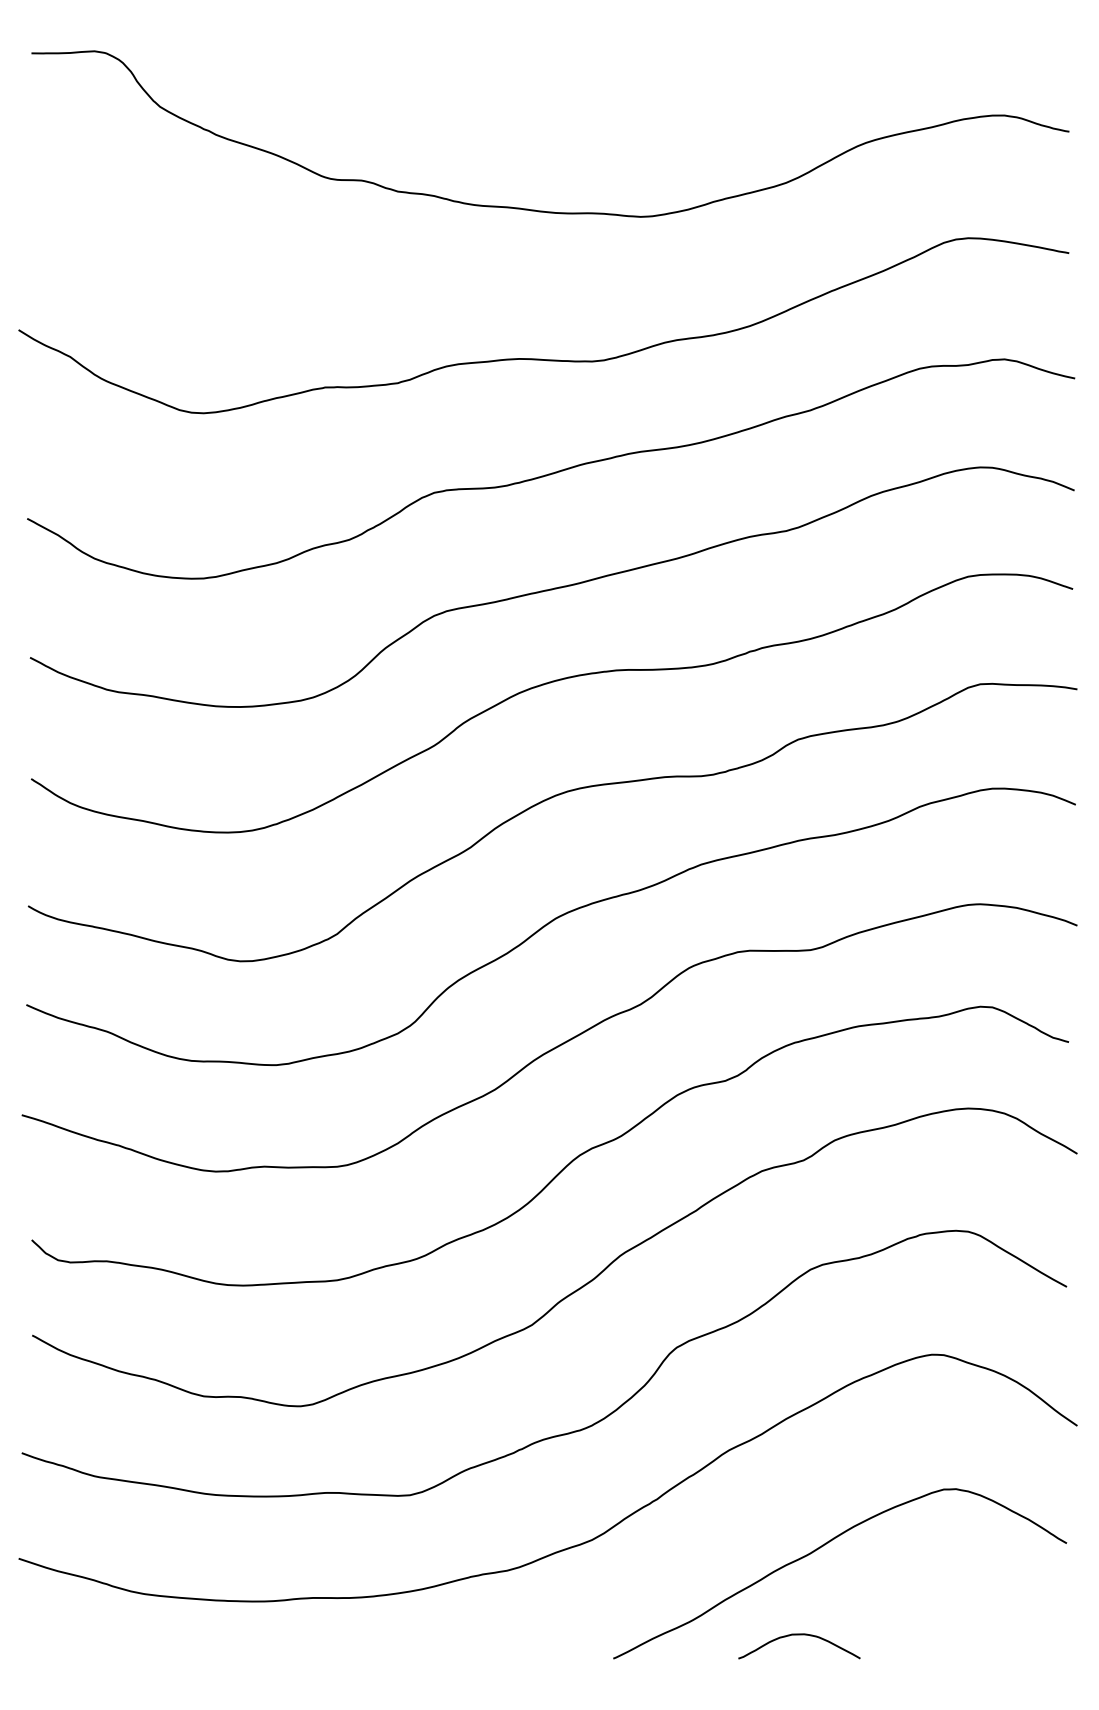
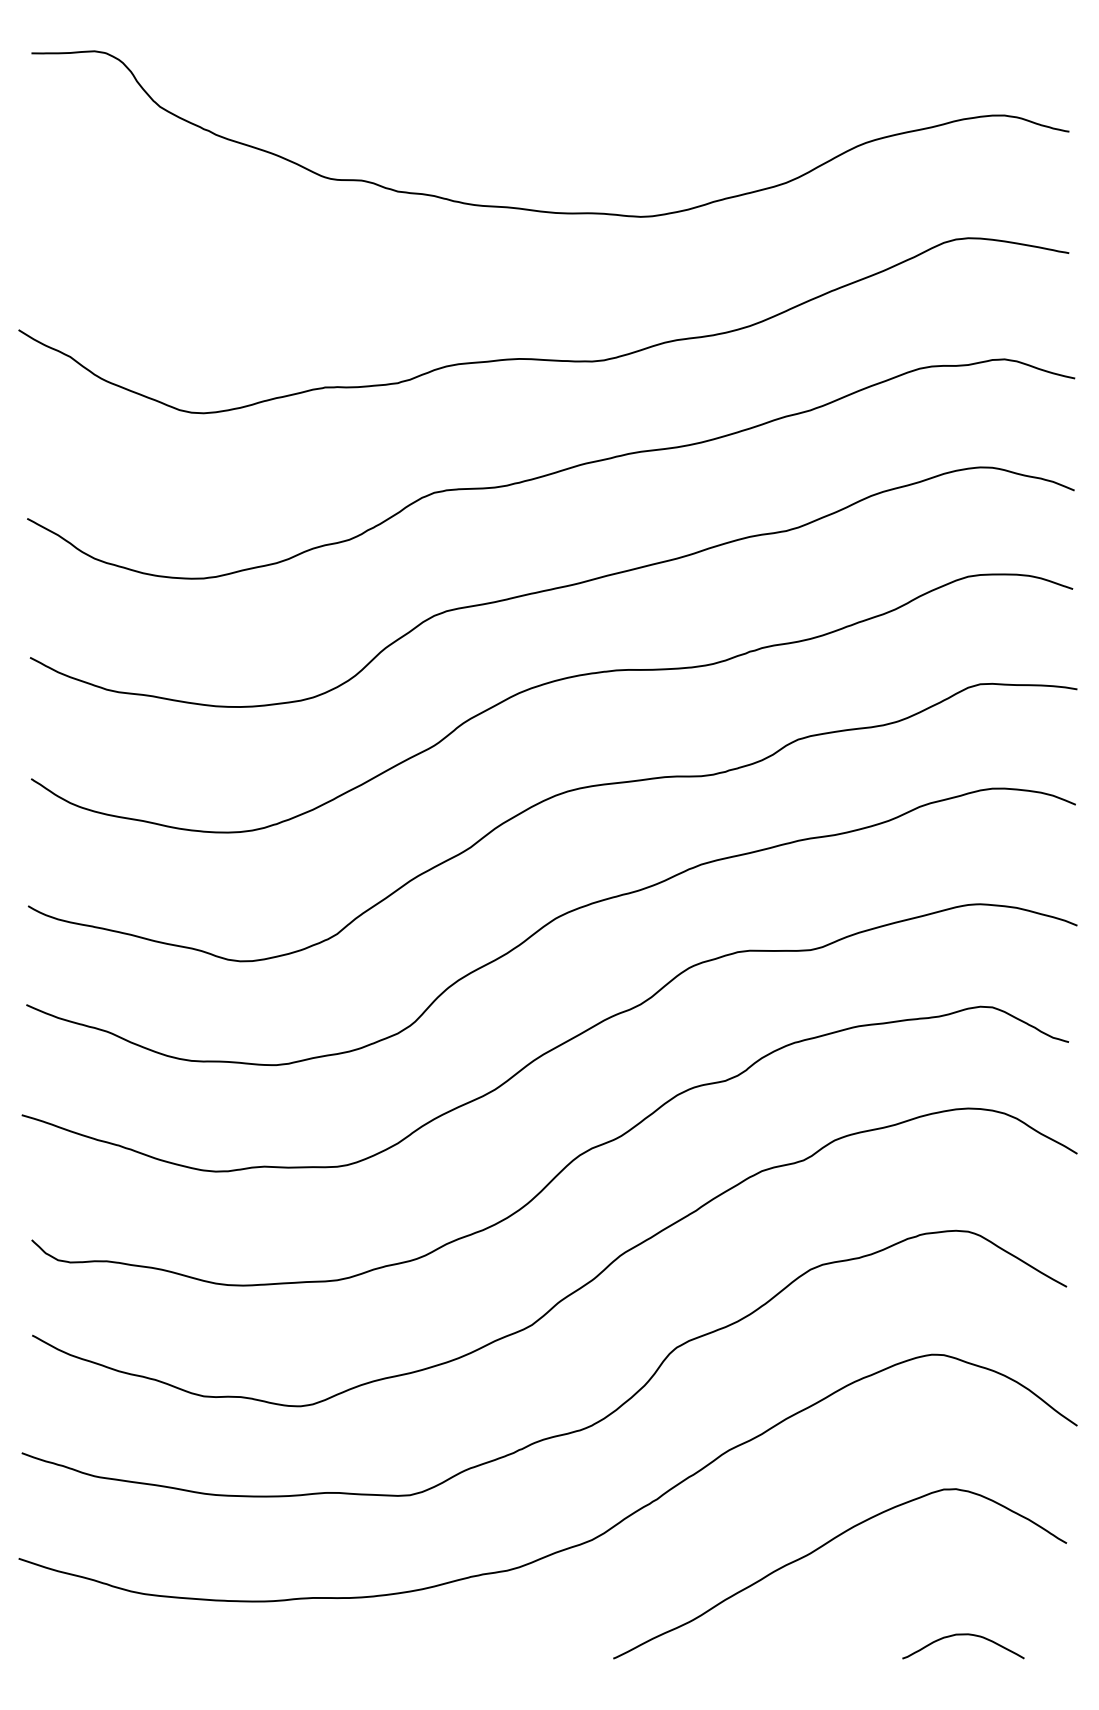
curve at (799, 1635) position: (799, 1635) -> (963, 1635)
